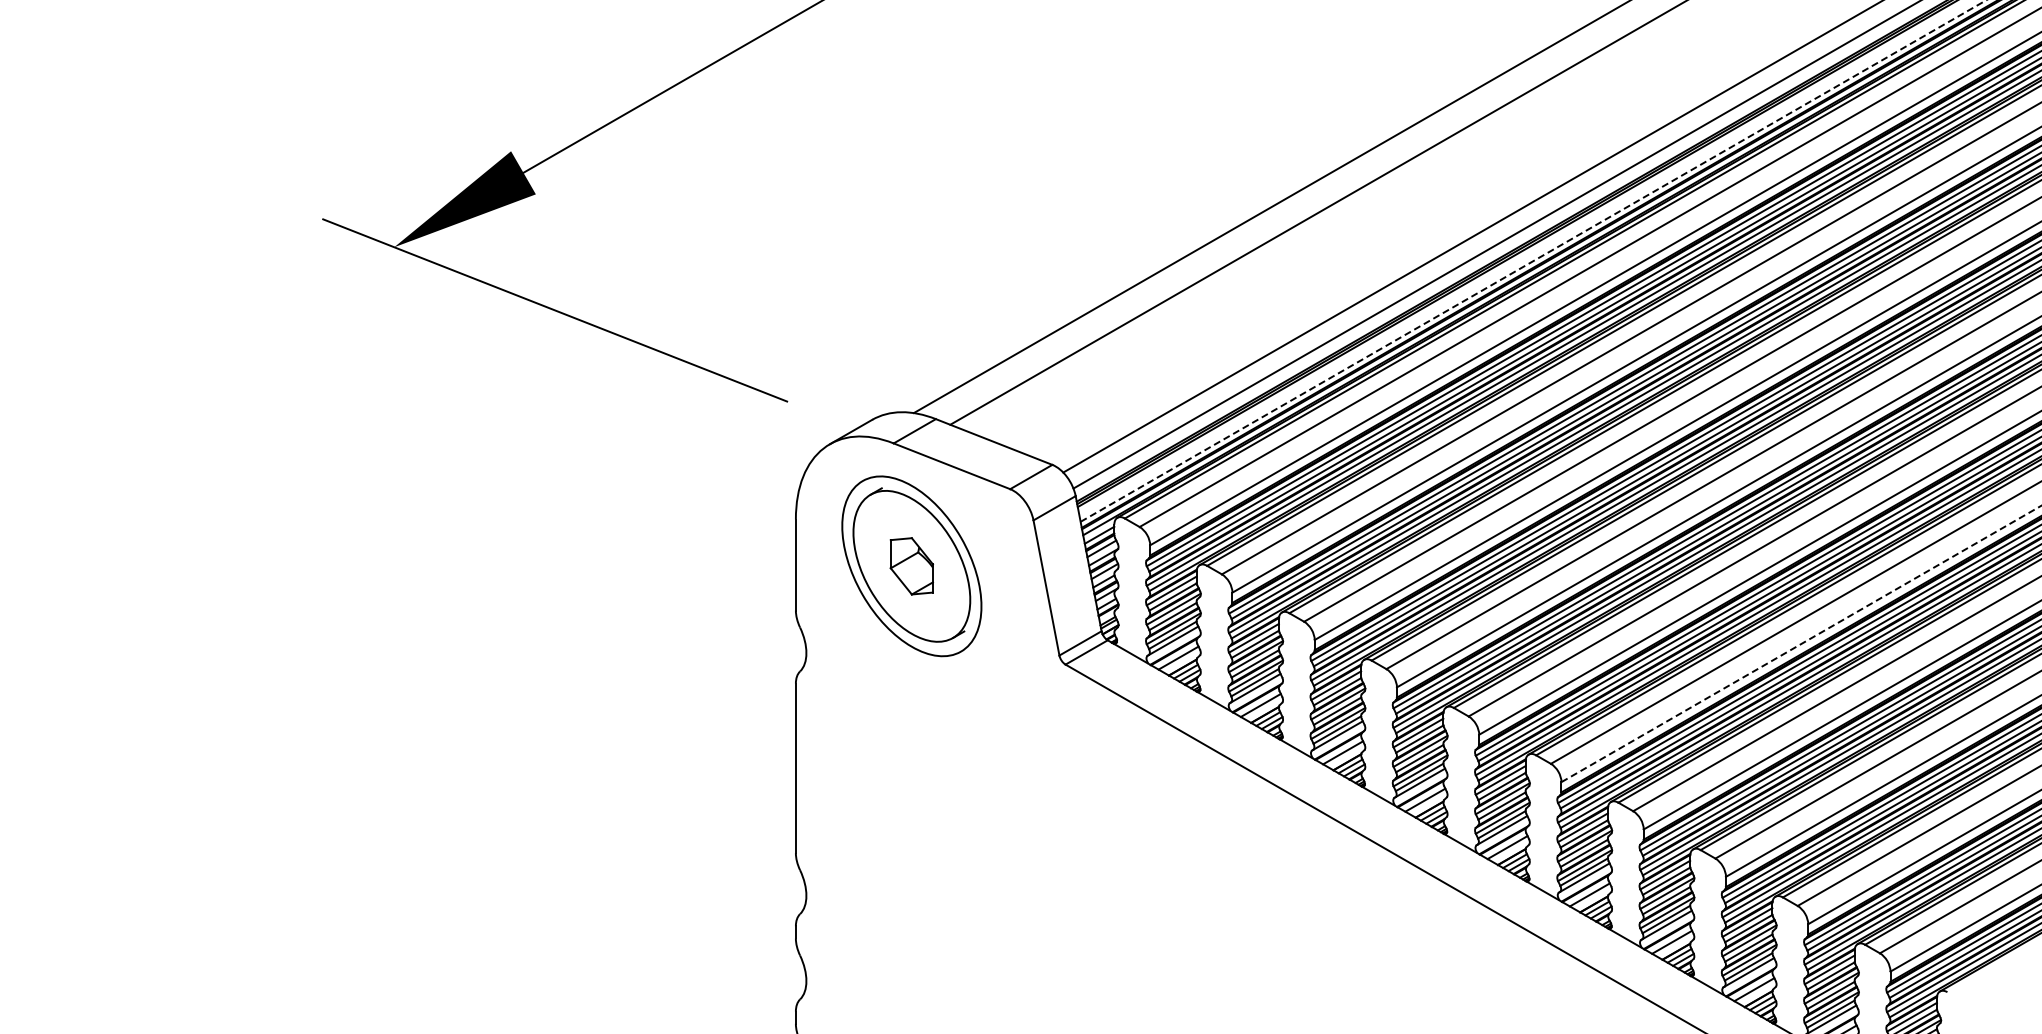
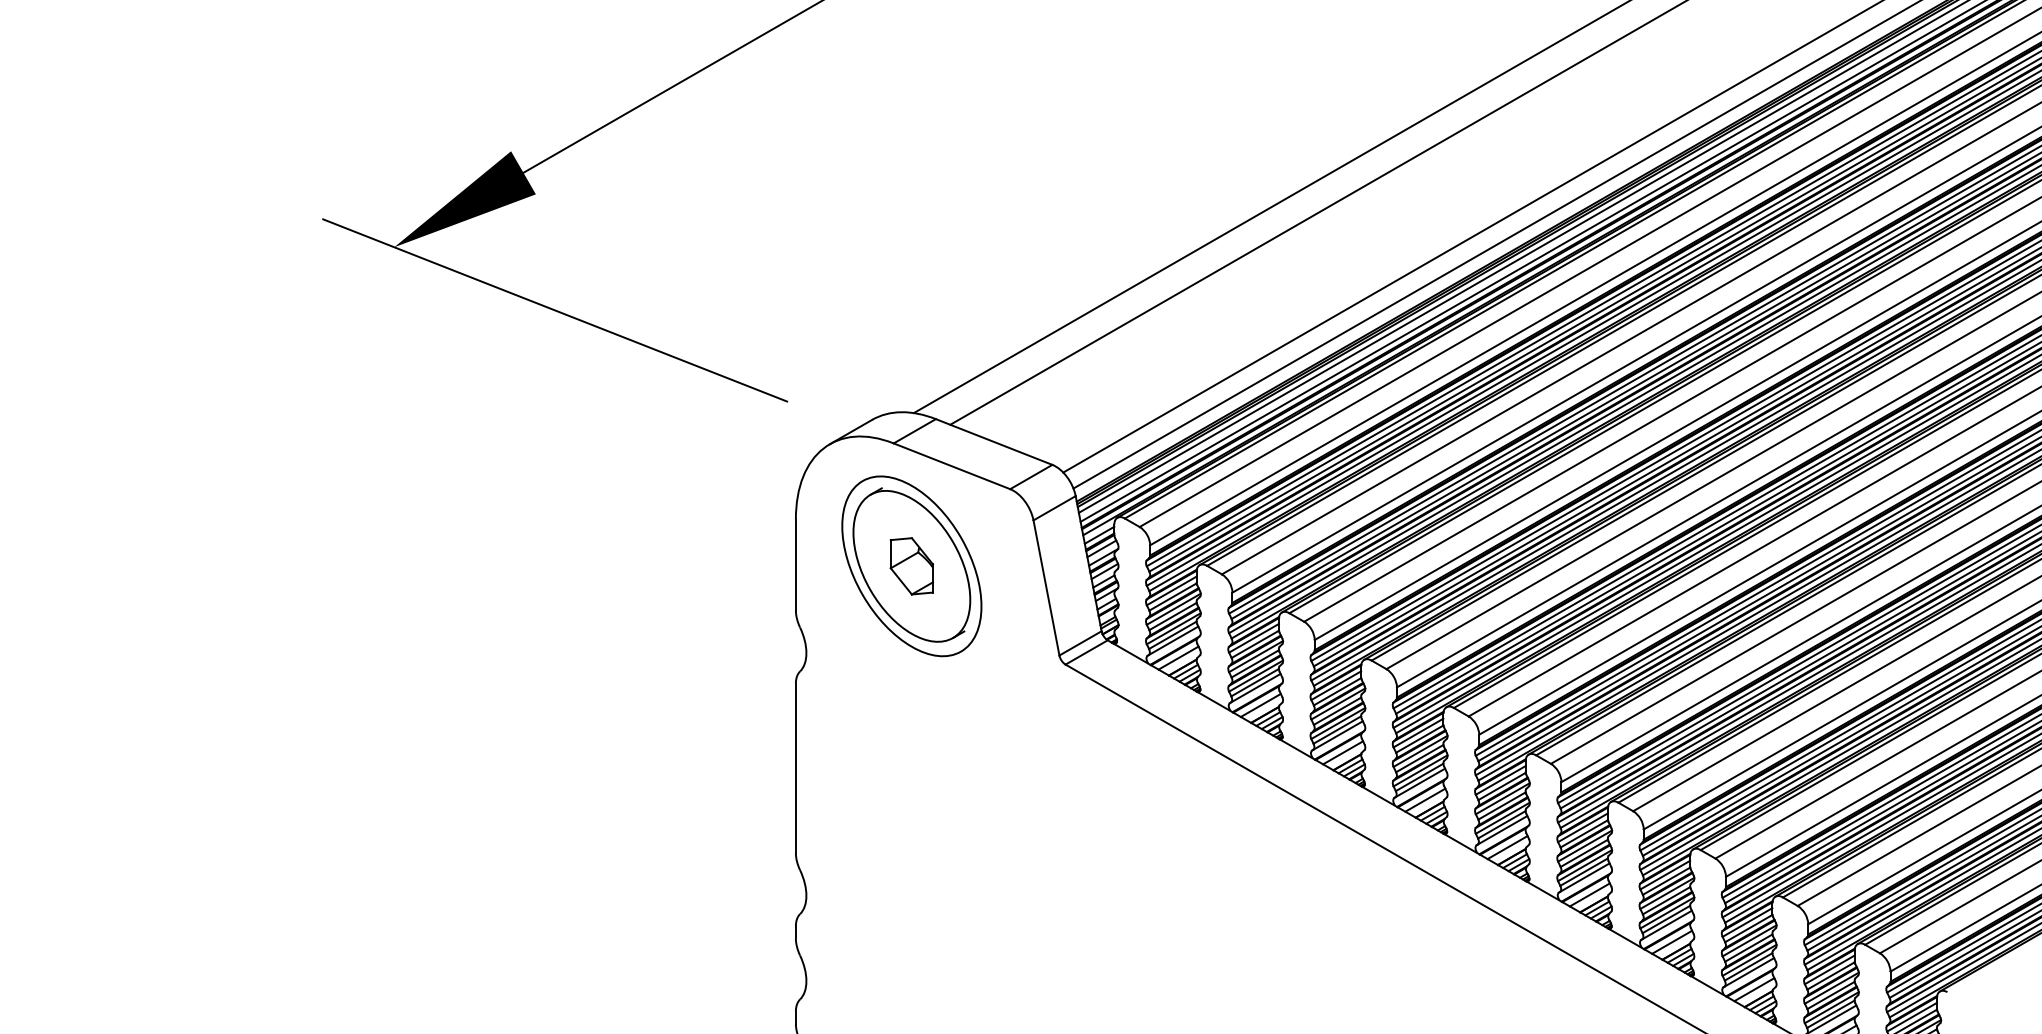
line at (1521, 257): none -> present
line at (1533, 260): dashed -> solid
line at (1801, 643): dashed -> solid
